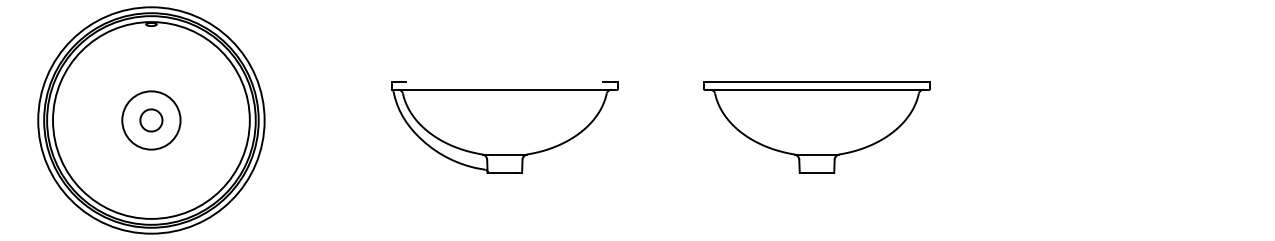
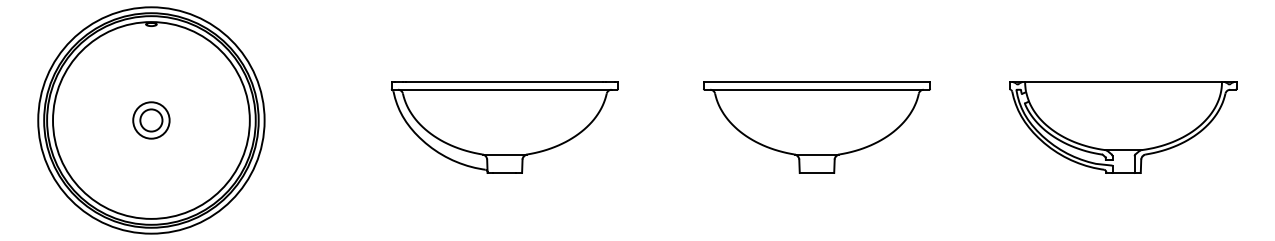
line at (504, 82): none -> present
circle at (151, 120) diameter: 58 px -> 36 px
part at (1123, 127): none -> present
